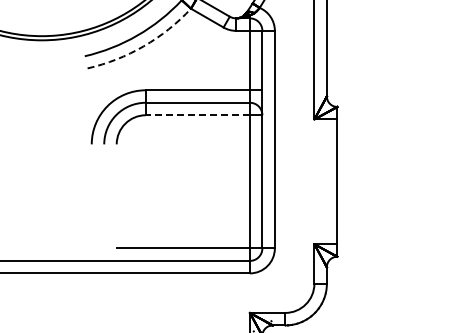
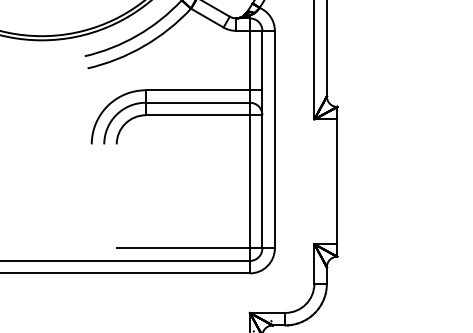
arc at (143, 46): dashed -> solid
line at (197, 115): dashed -> solid
